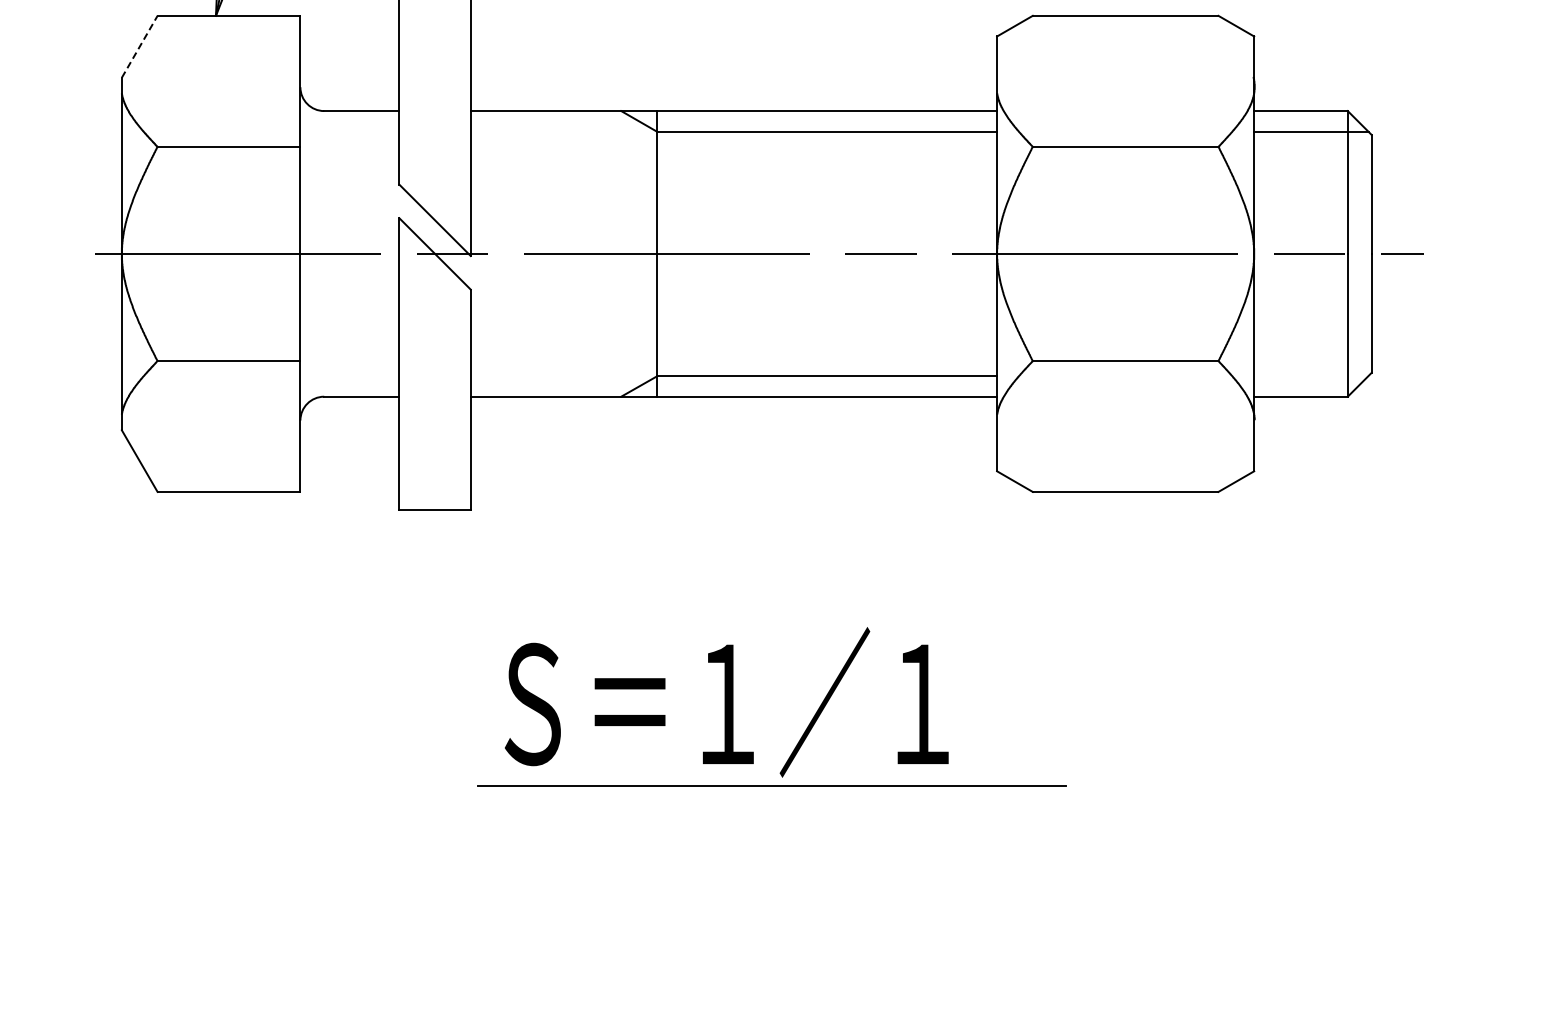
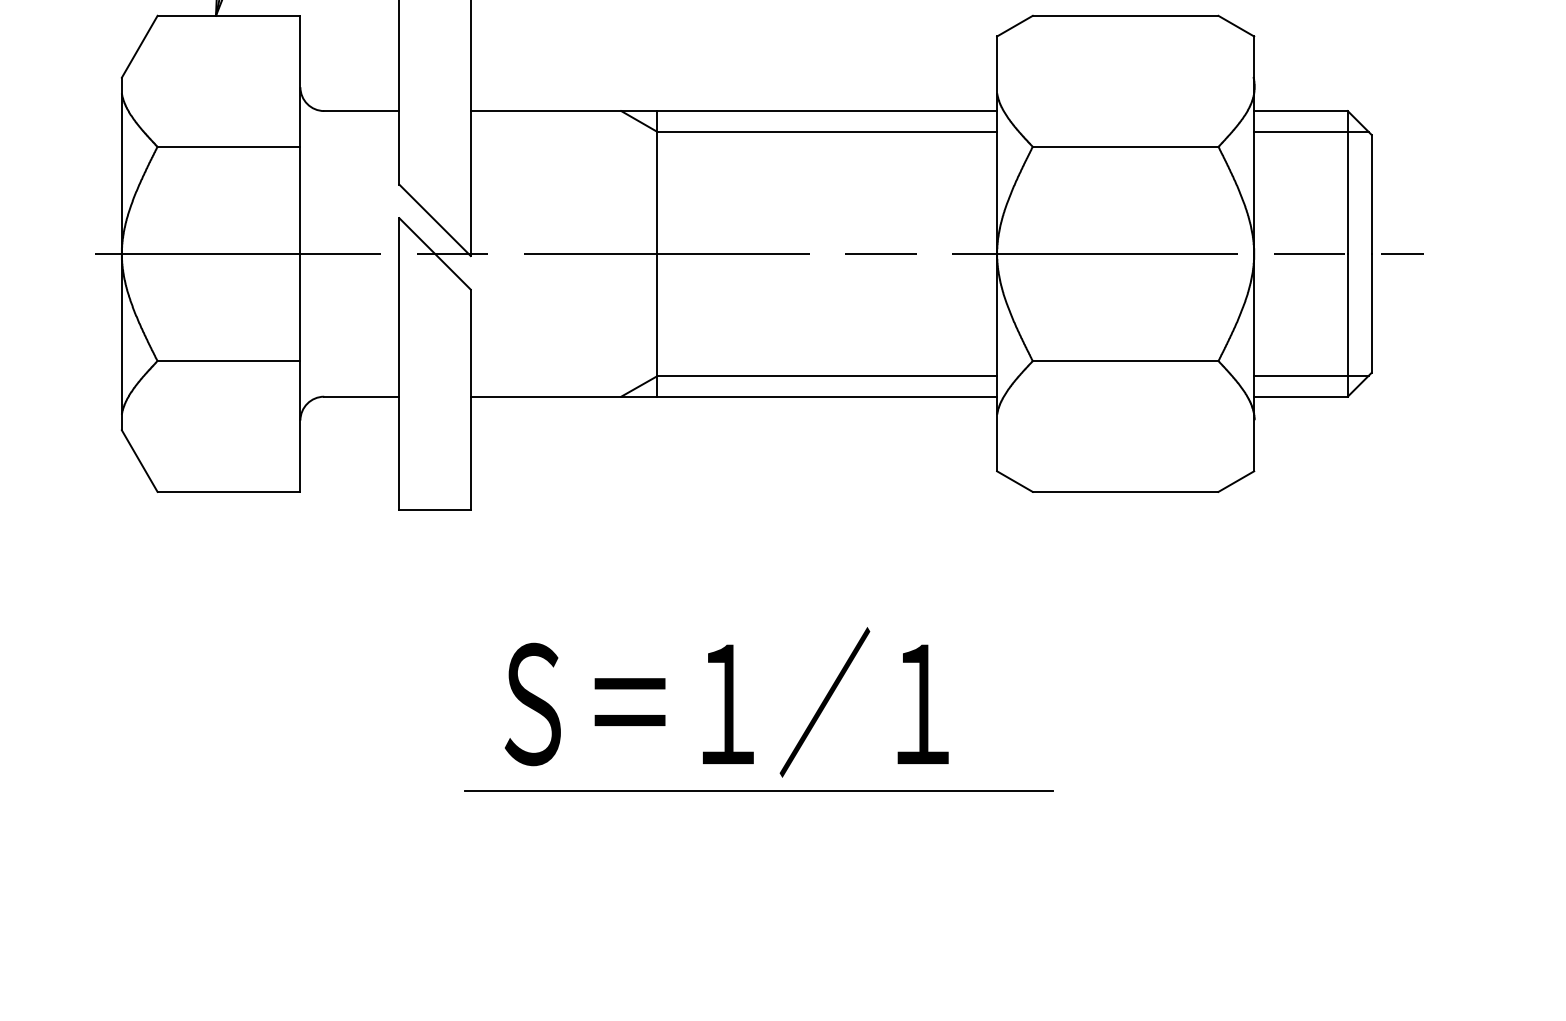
line at (139, 46): dashed -> solid
line at (1311, 376): none -> present
line at (771, 785) position: (771, 785) -> (758, 790)
